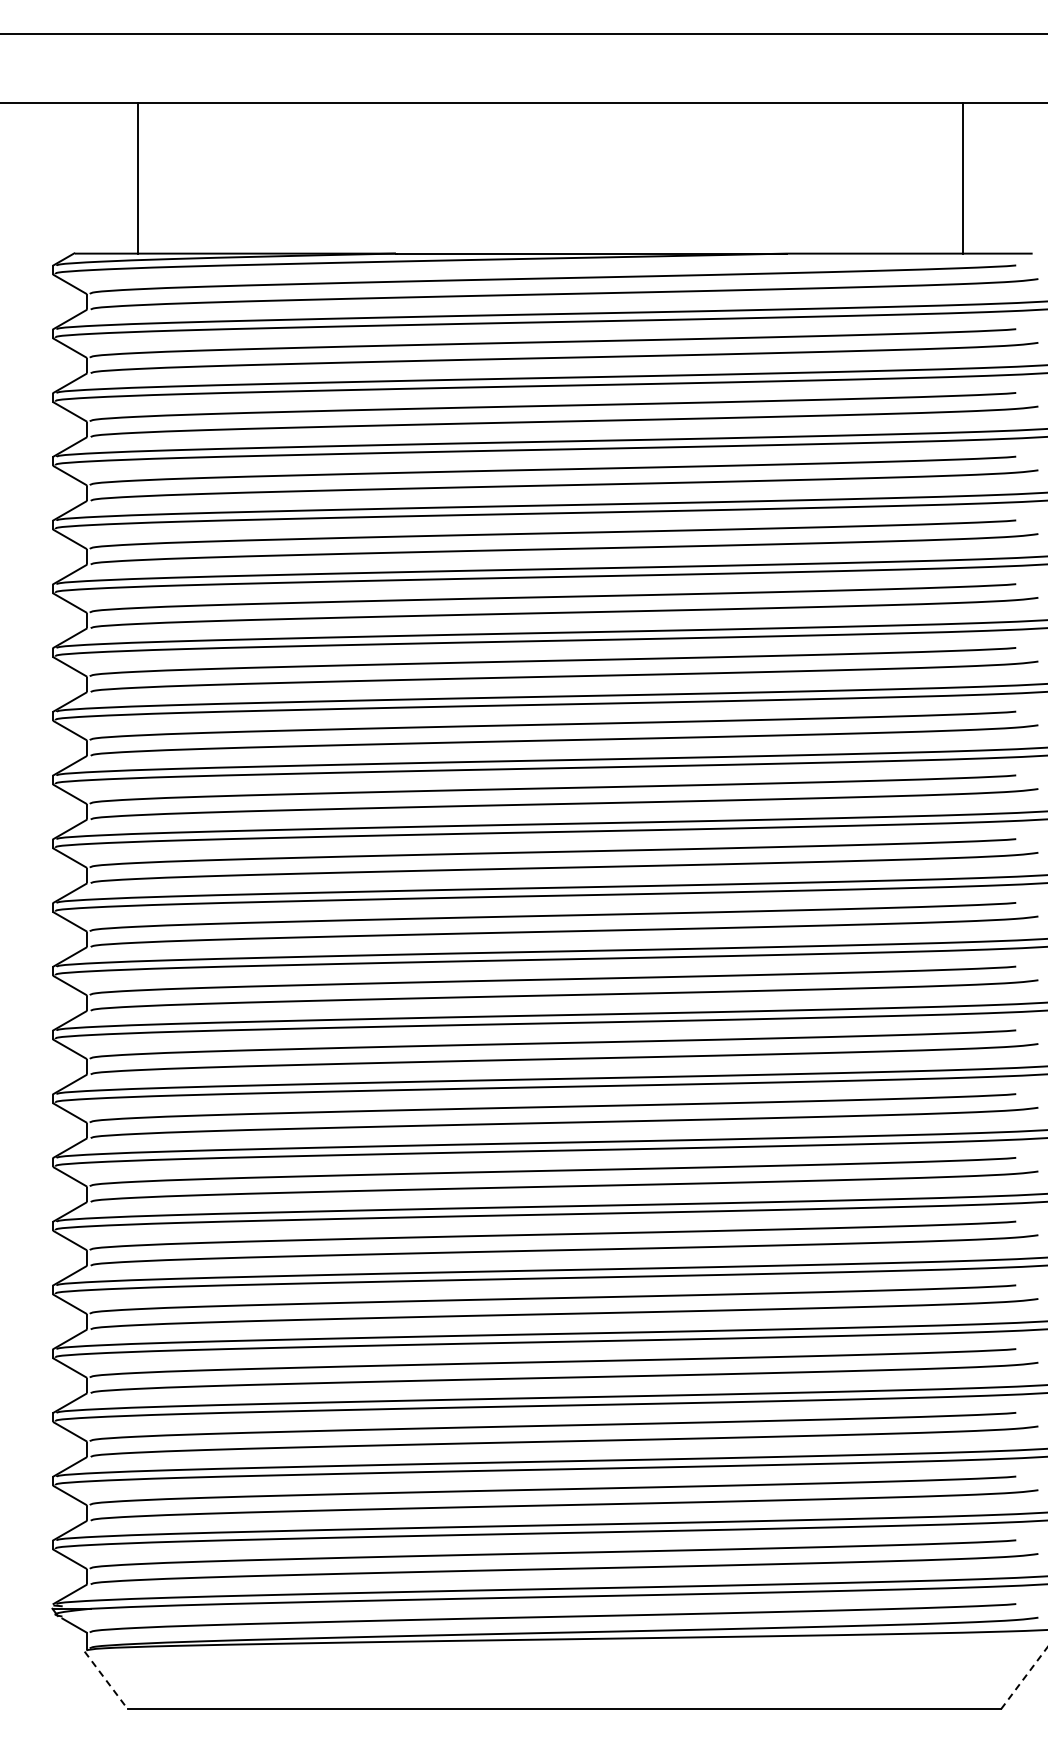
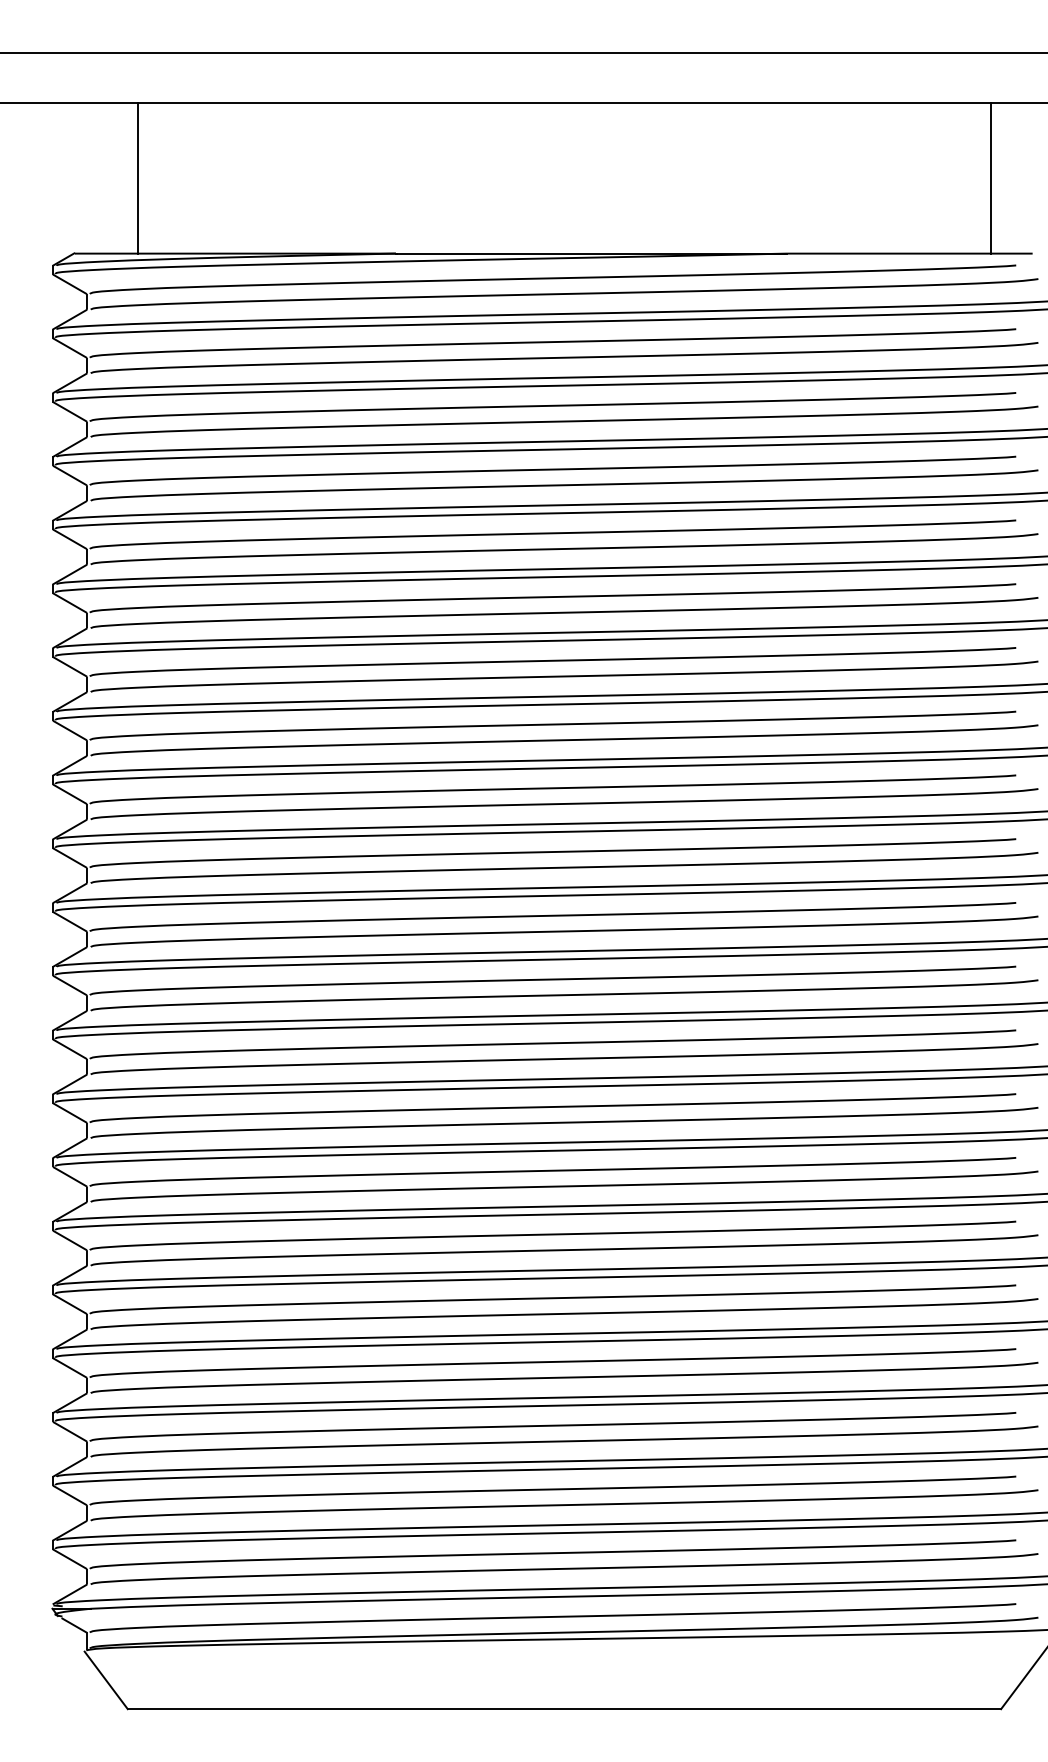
line at (523, 33) position: (523, 33) -> (523, 52)
line at (963, 178) position: (963, 178) -> (991, 178)
line at (1024, 1678): dashed -> solid
line at (106, 1680): dashed -> solid
